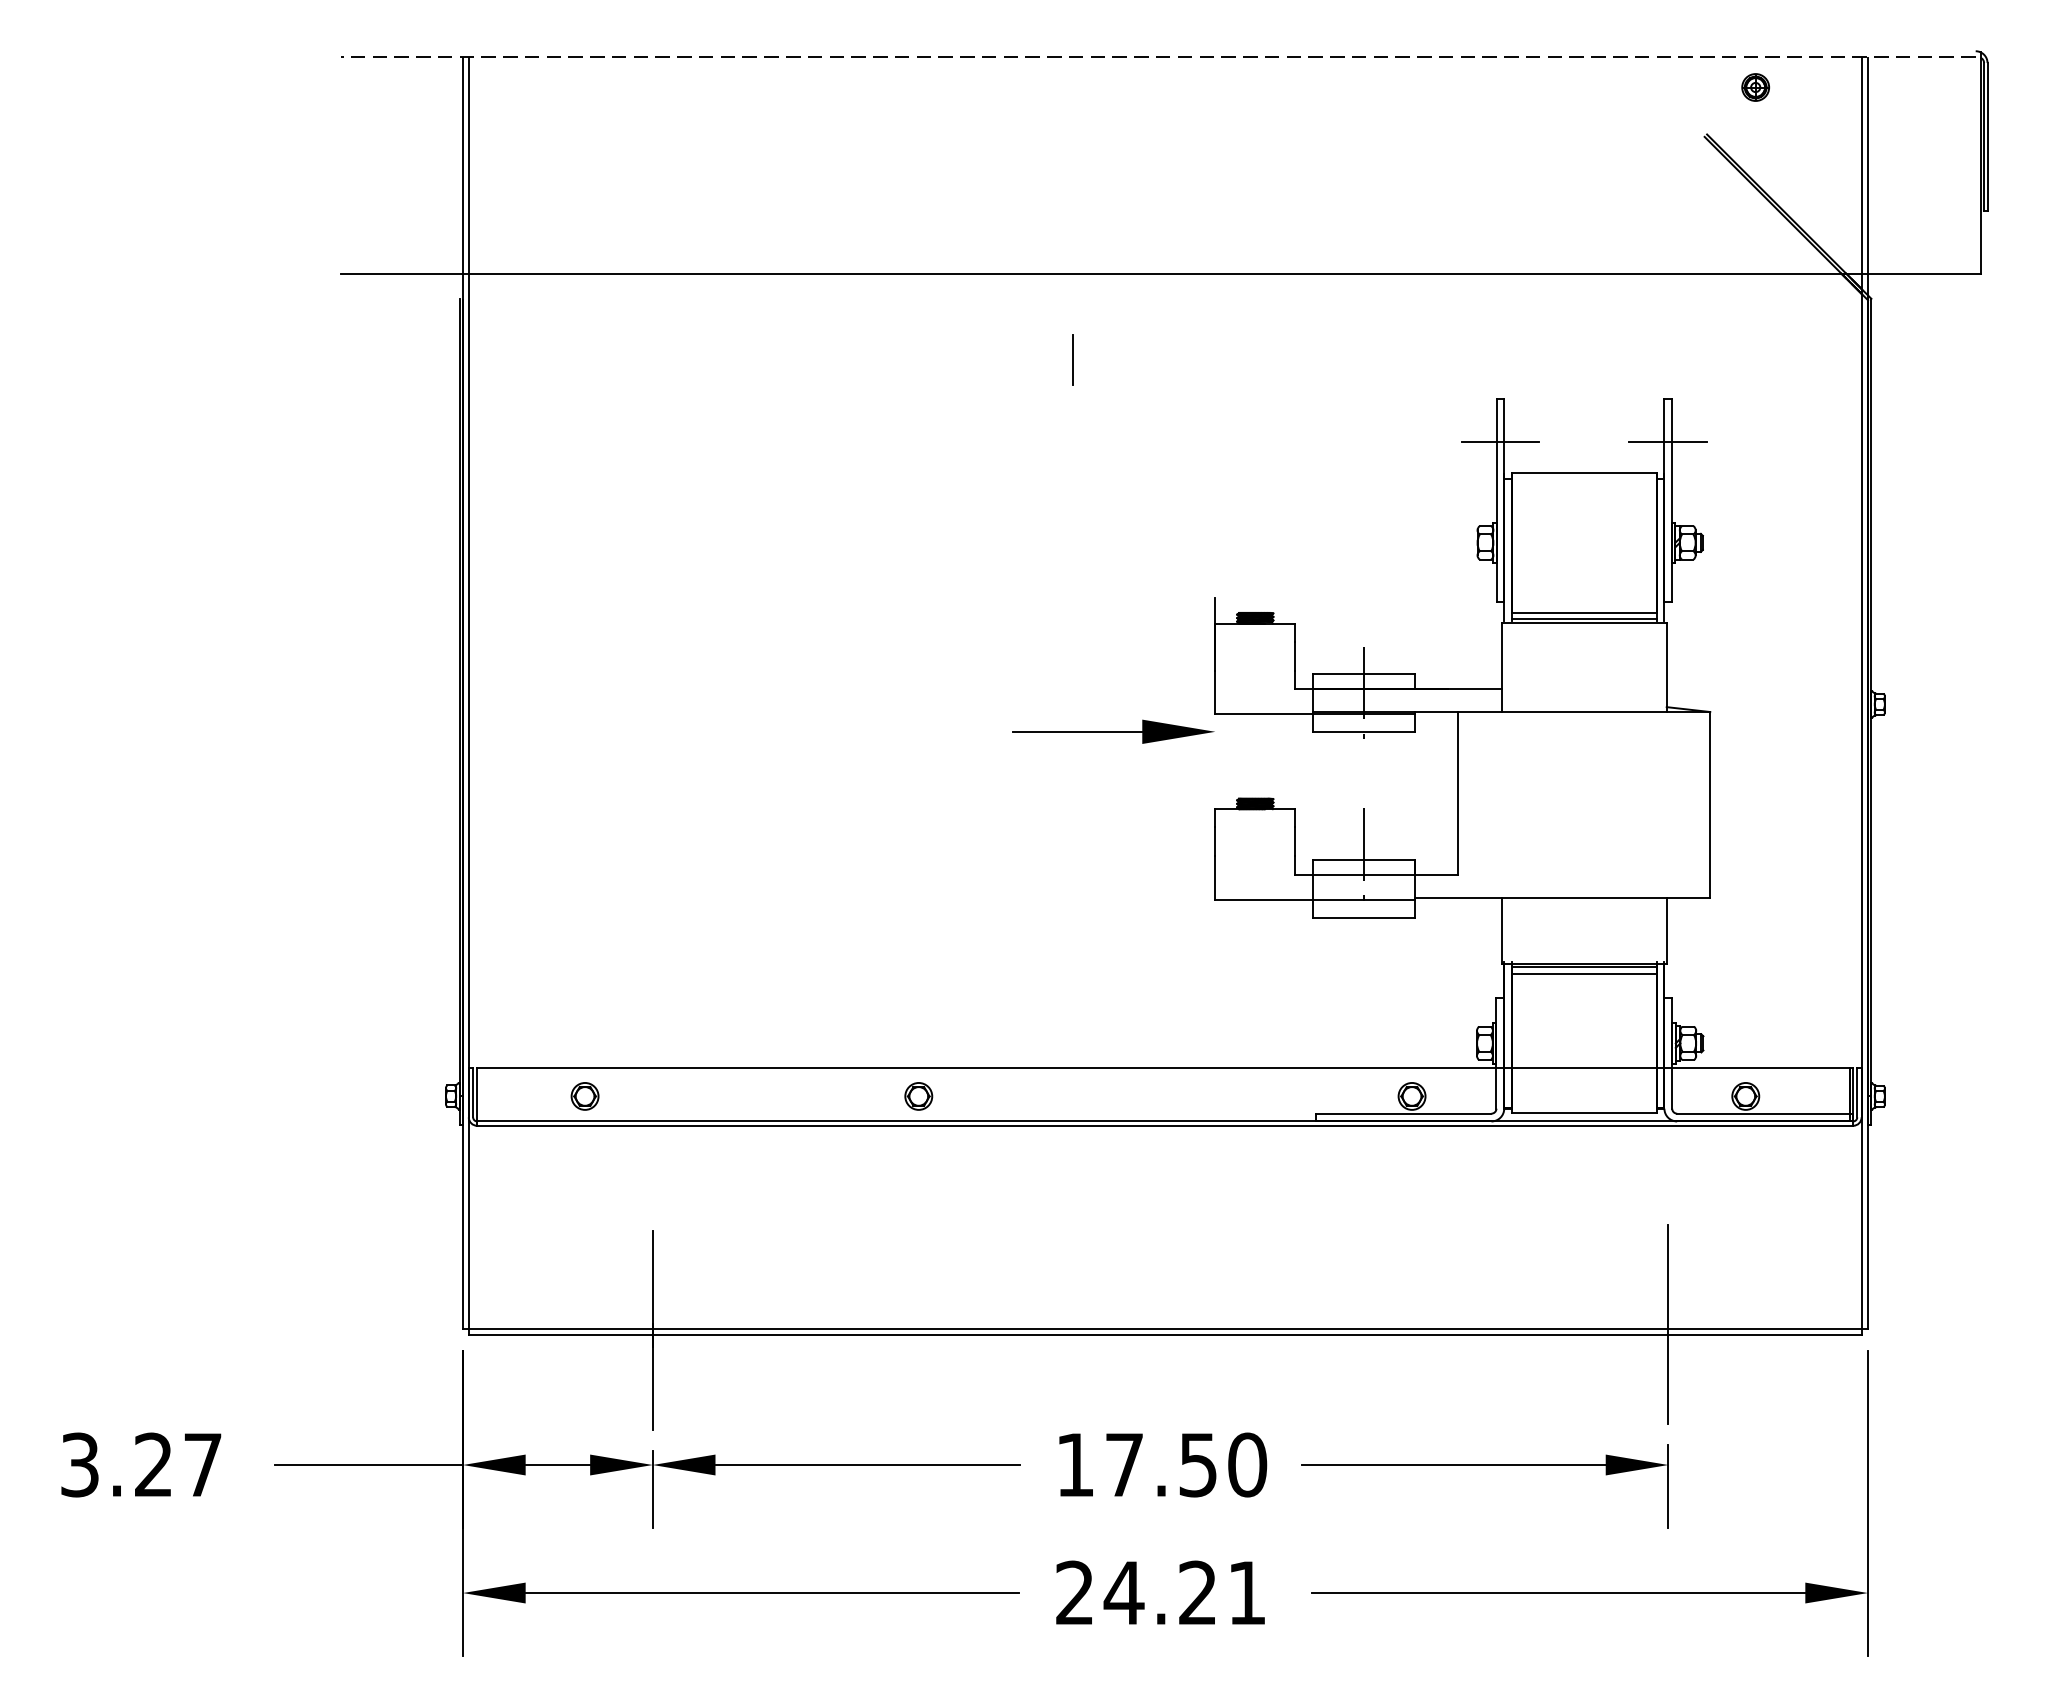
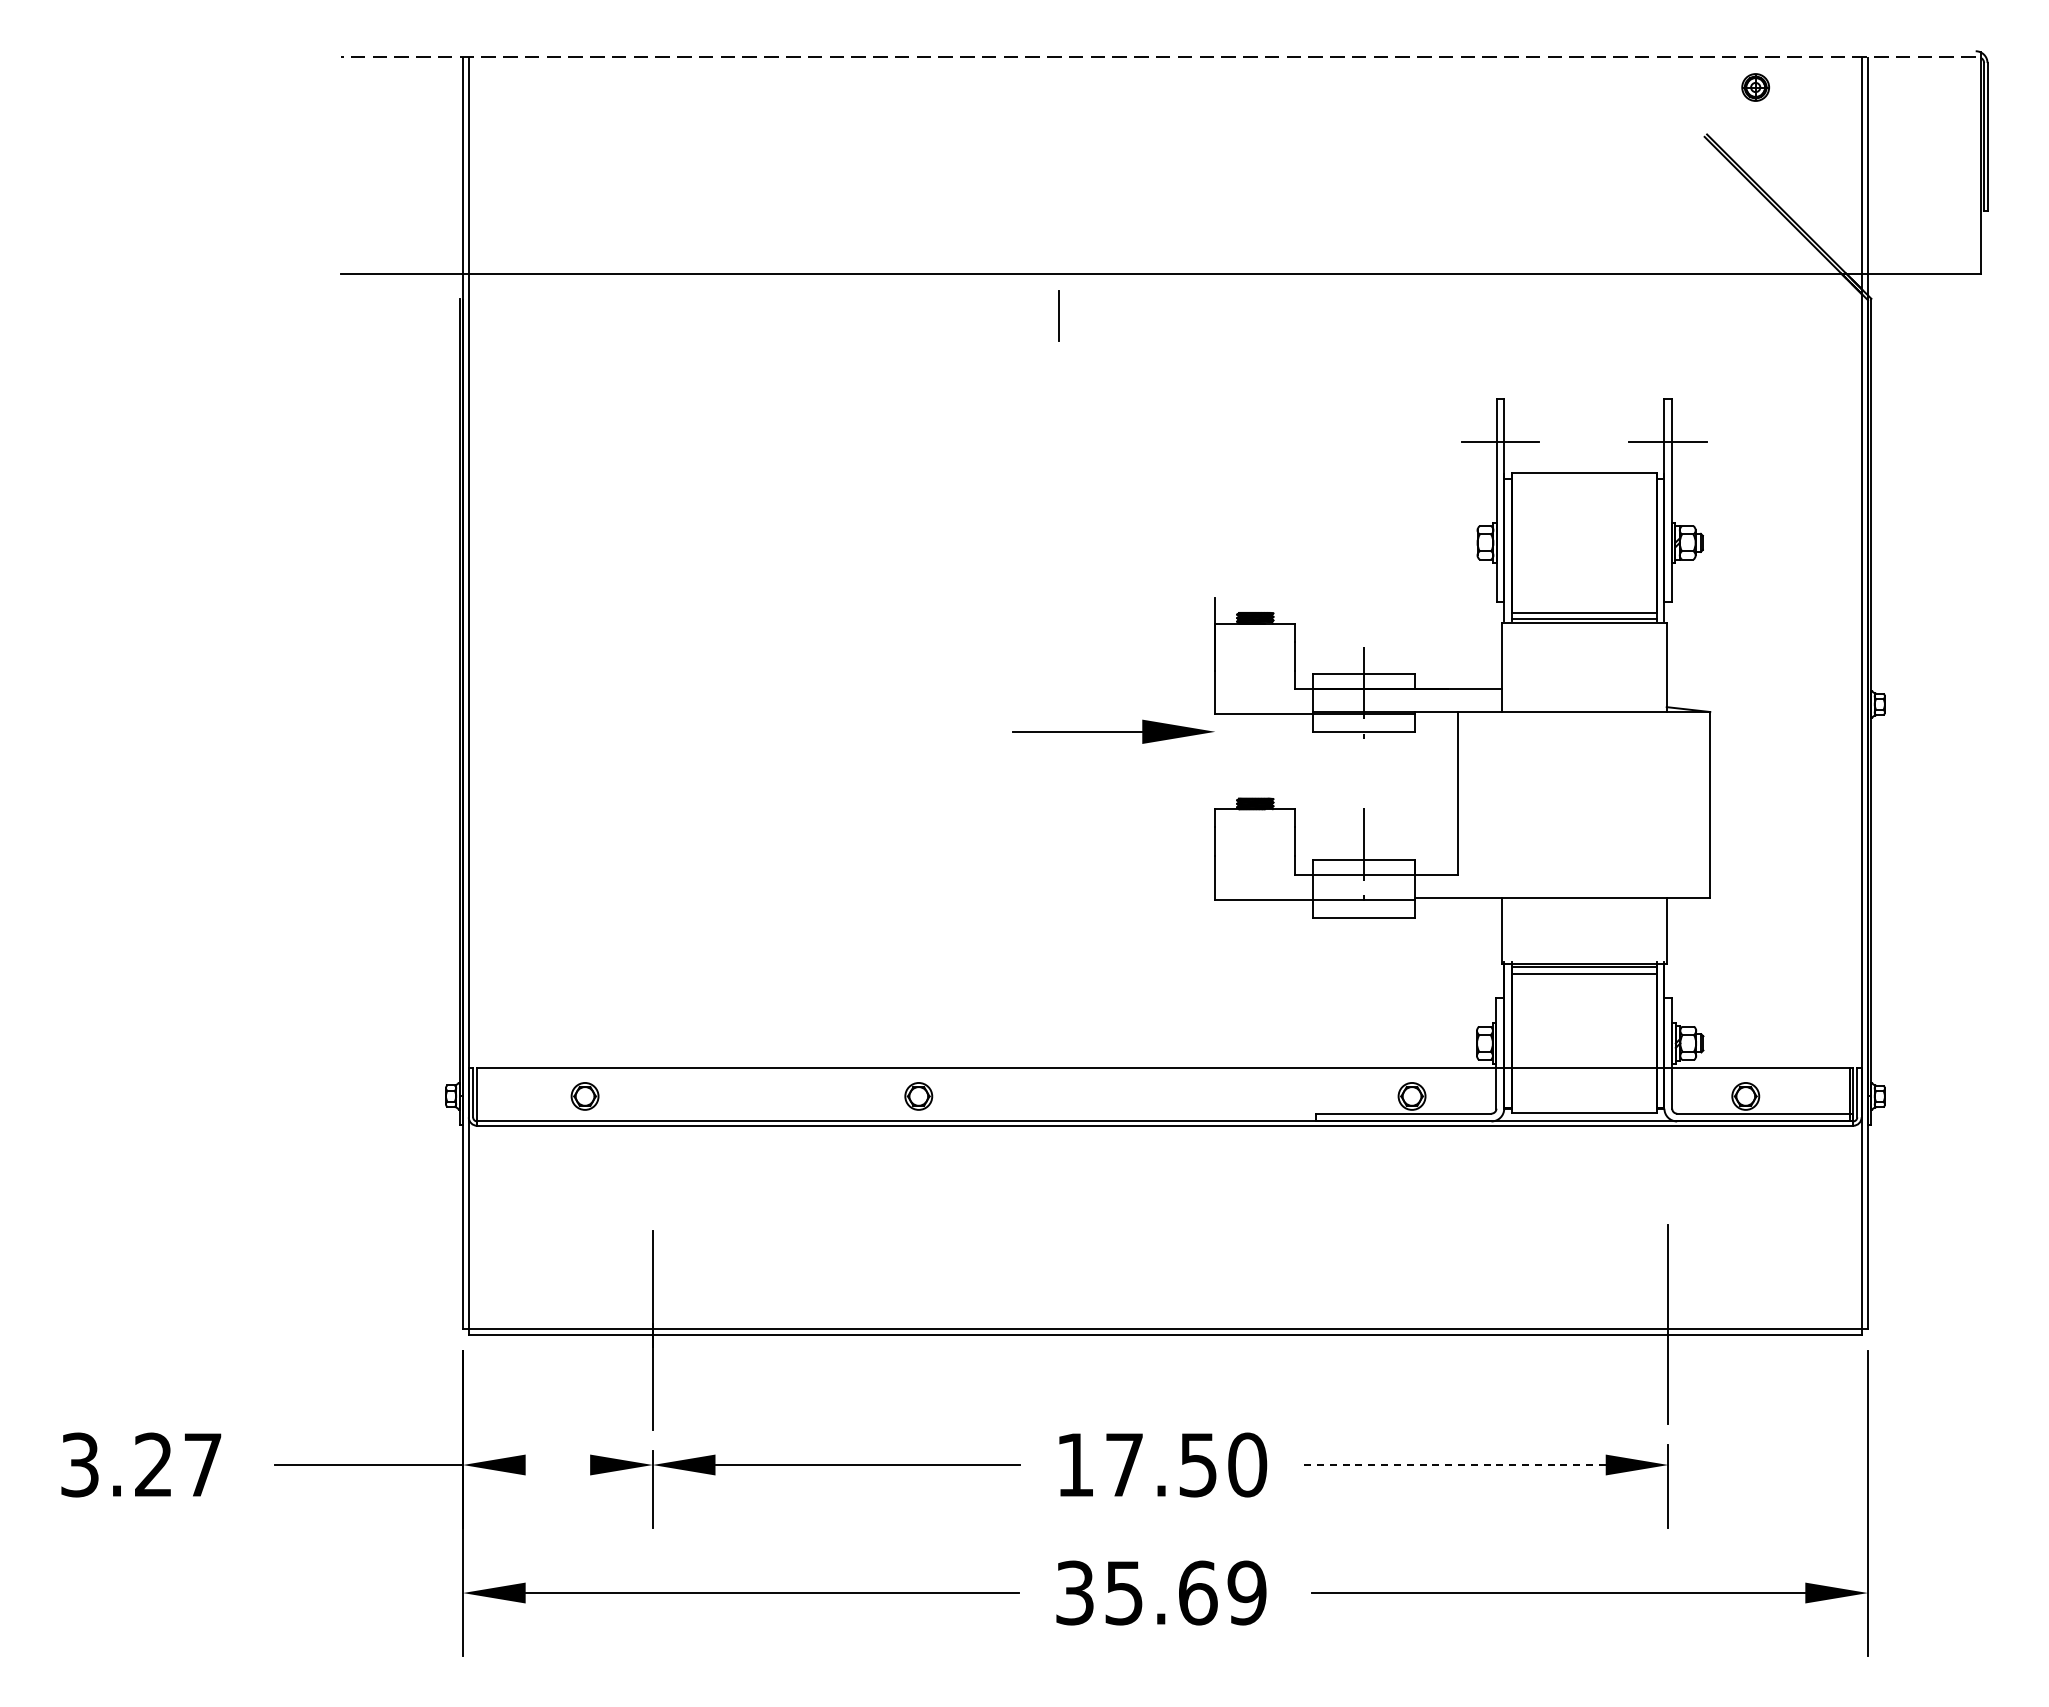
line at (1072, 359) position: (1072, 359) -> (1058, 315)
line at (557, 1465): present -> none
line at (1453, 1465): solid -> dashed
text at (1161, 1592): 24.21 -> 35.69
